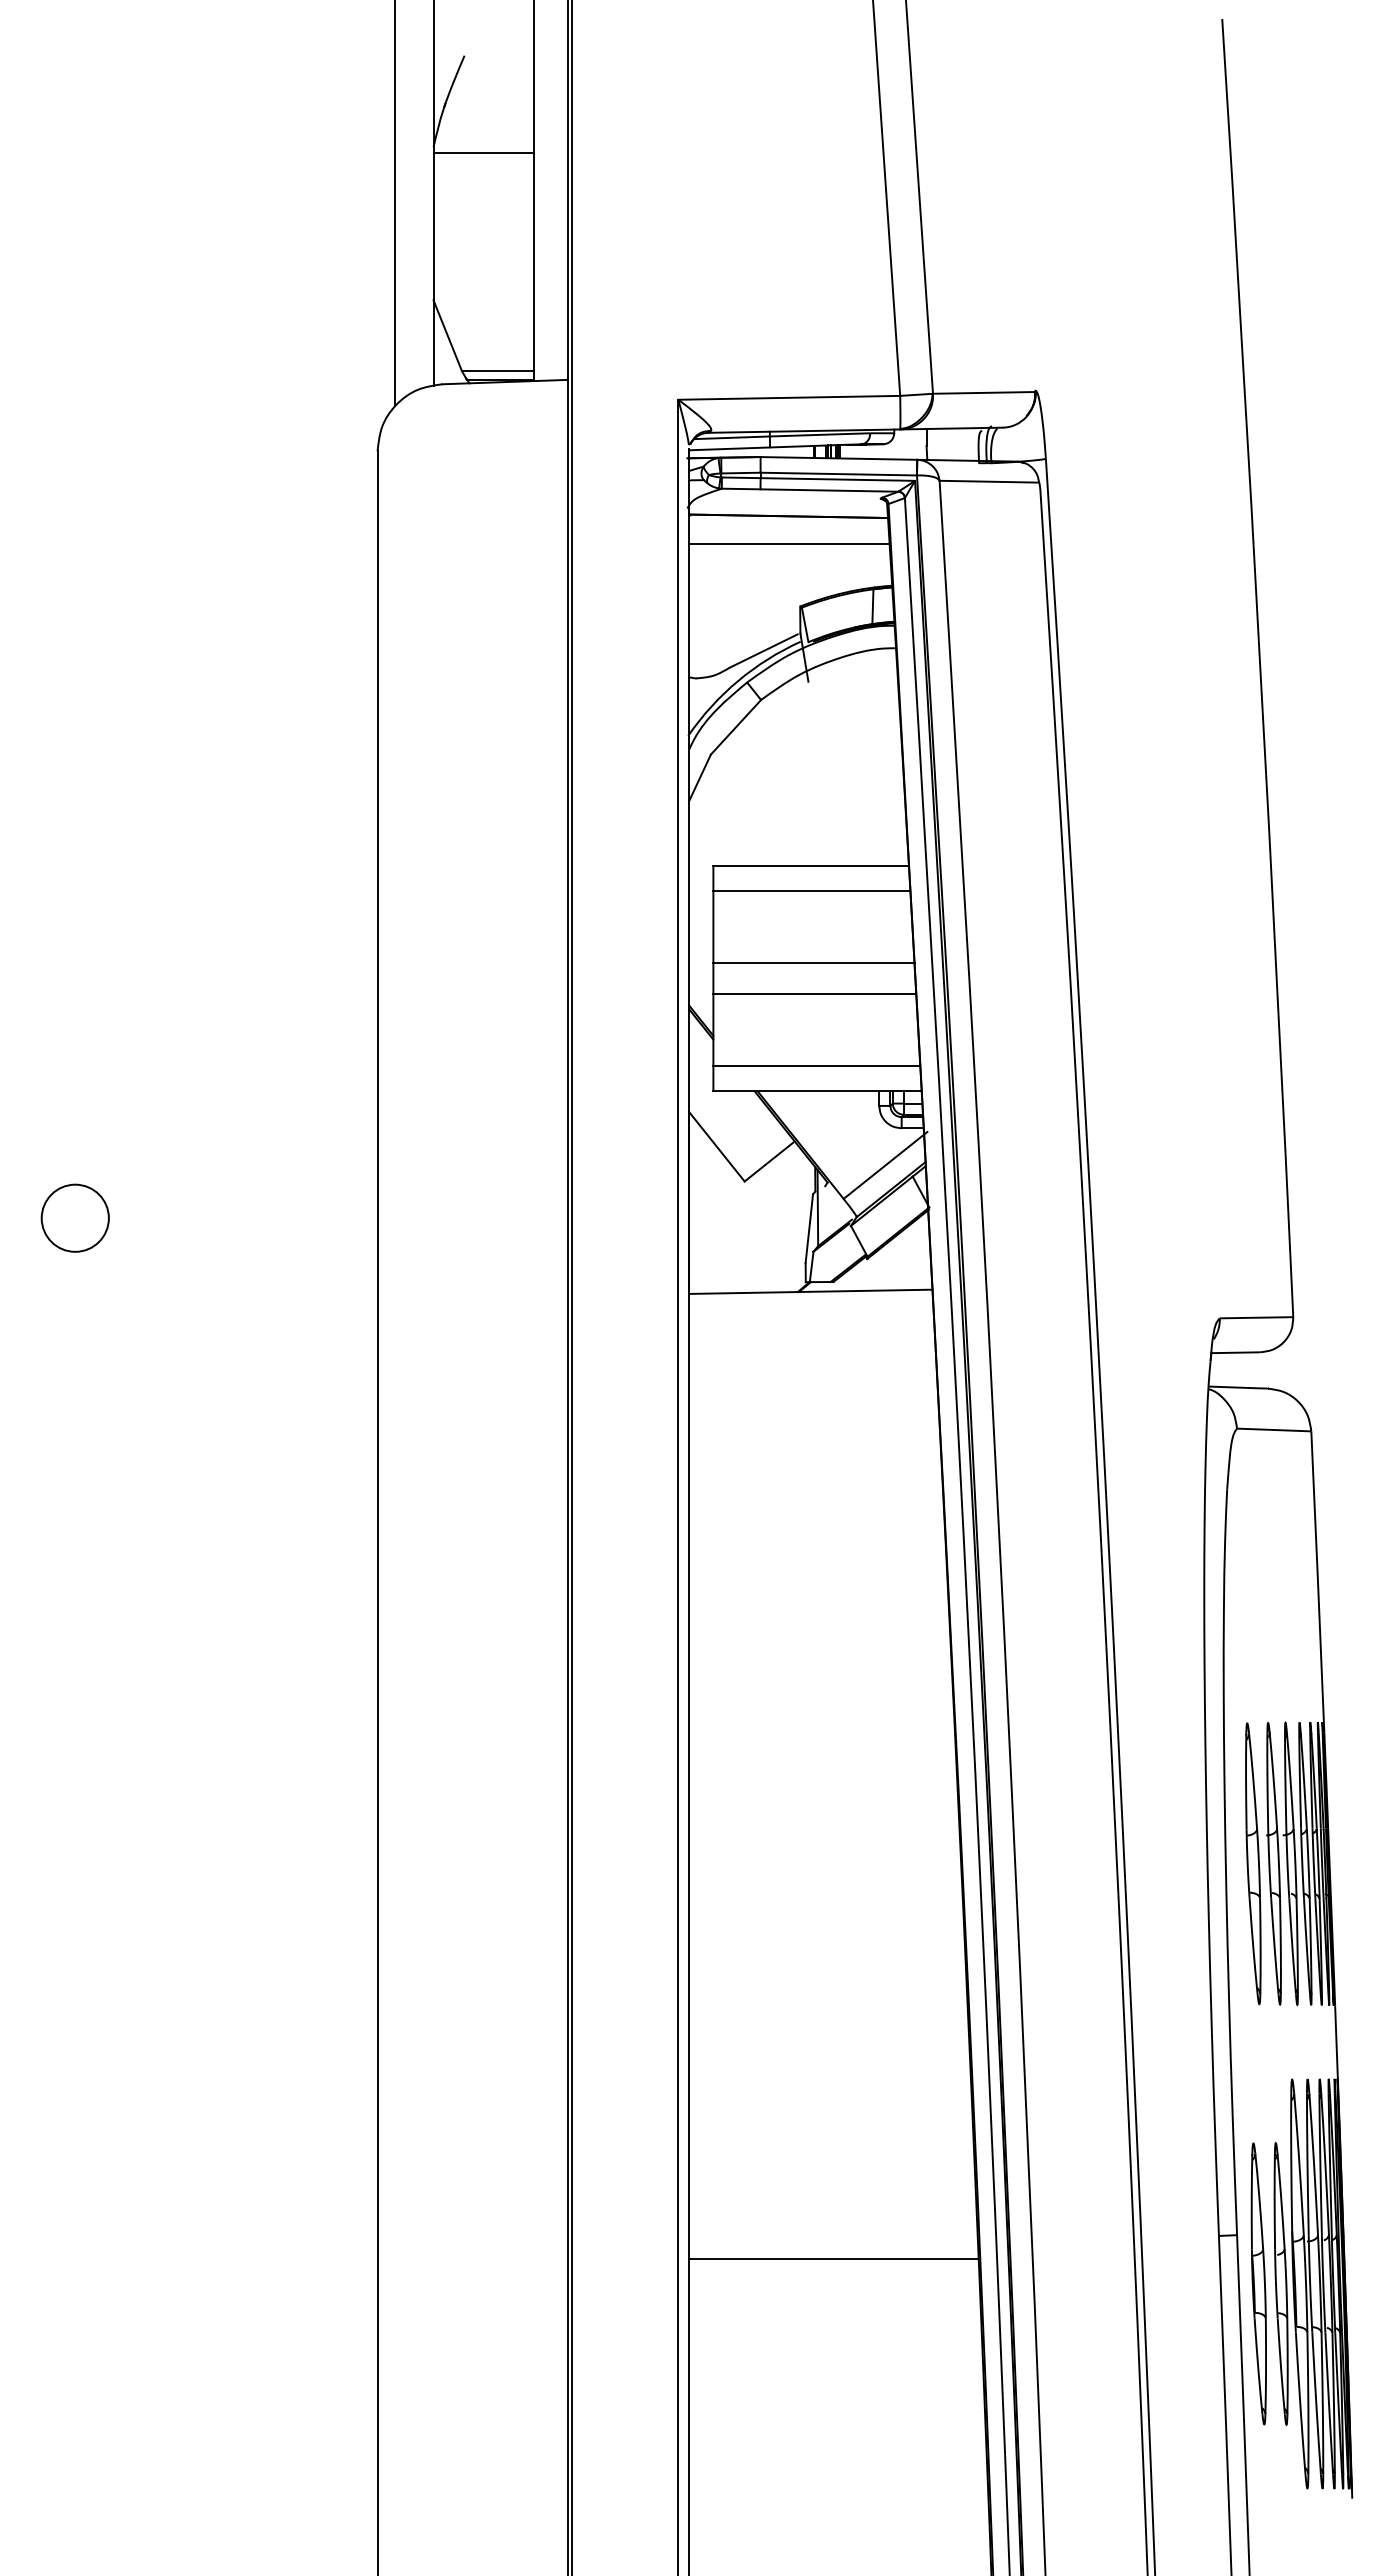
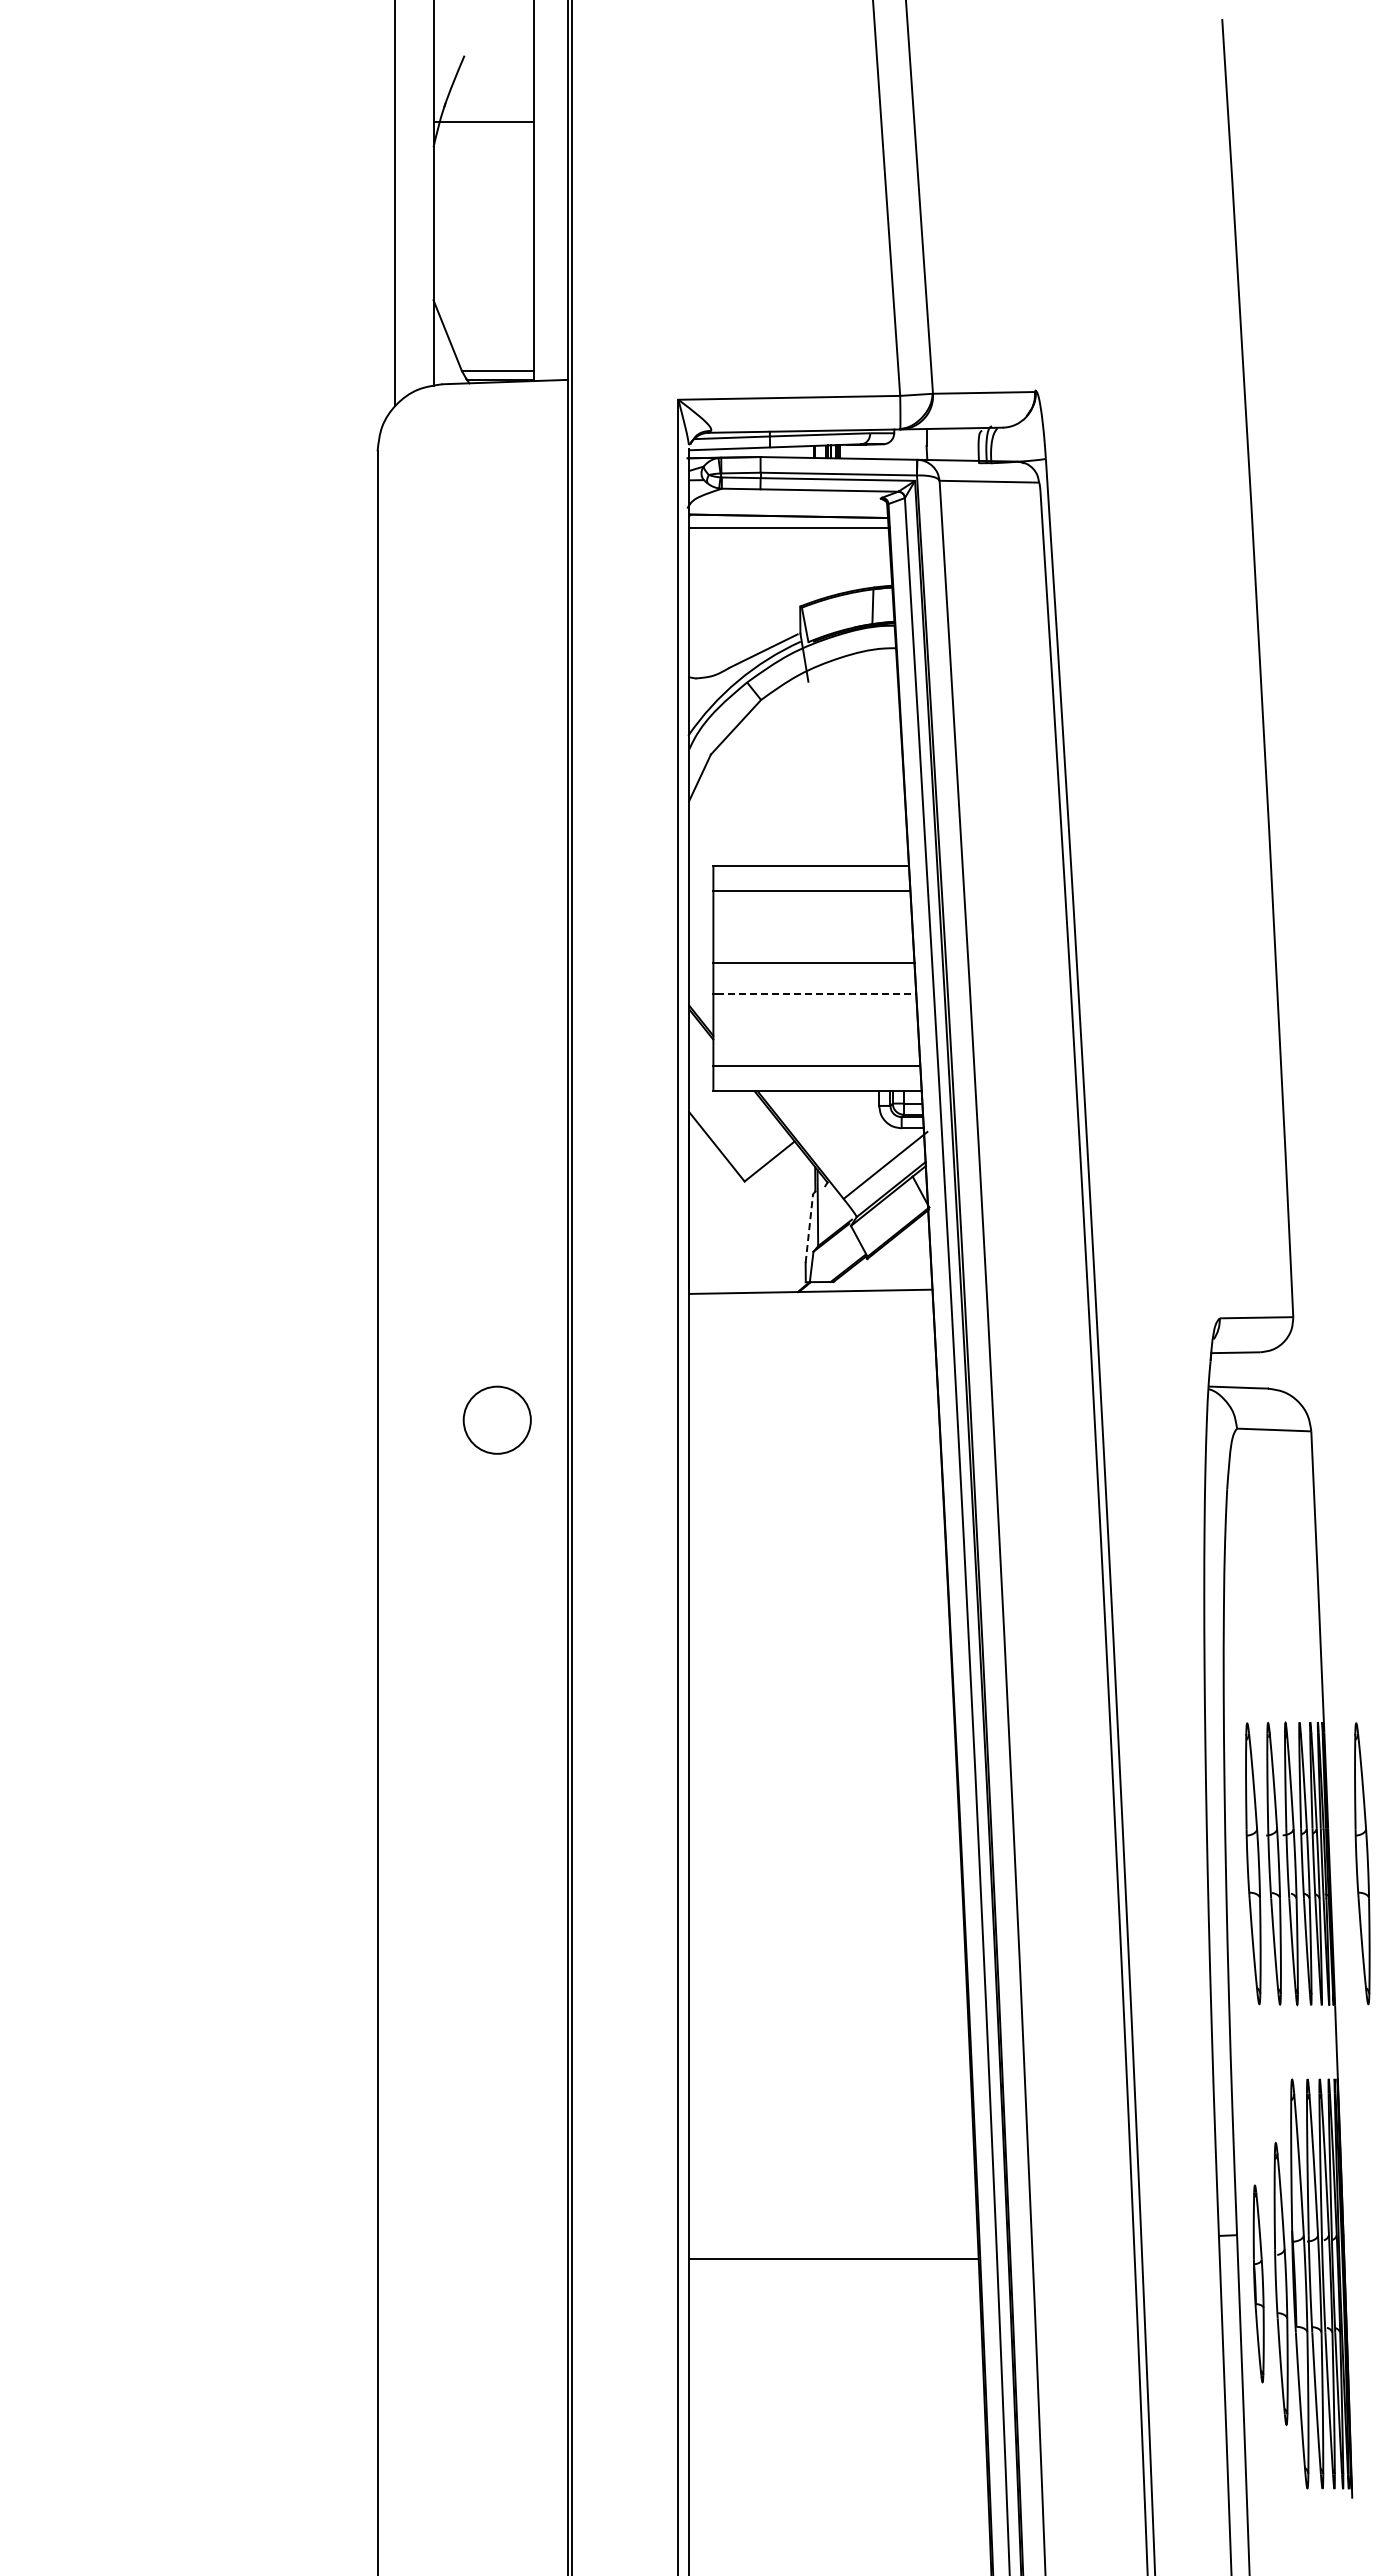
line at (483, 152) position: (483, 152) -> (483, 121)
line at (789, 543) position: (789, 543) -> (789, 527)
line at (816, 994): solid -> dashed
circle at (74, 1217) position: (74, 1217) -> (496, 1419)
line at (809, 1228): solid -> dashed
part at (1362, 1863): none -> present
part at (1258, 2283) size: 17x284 px -> 13x200 px
